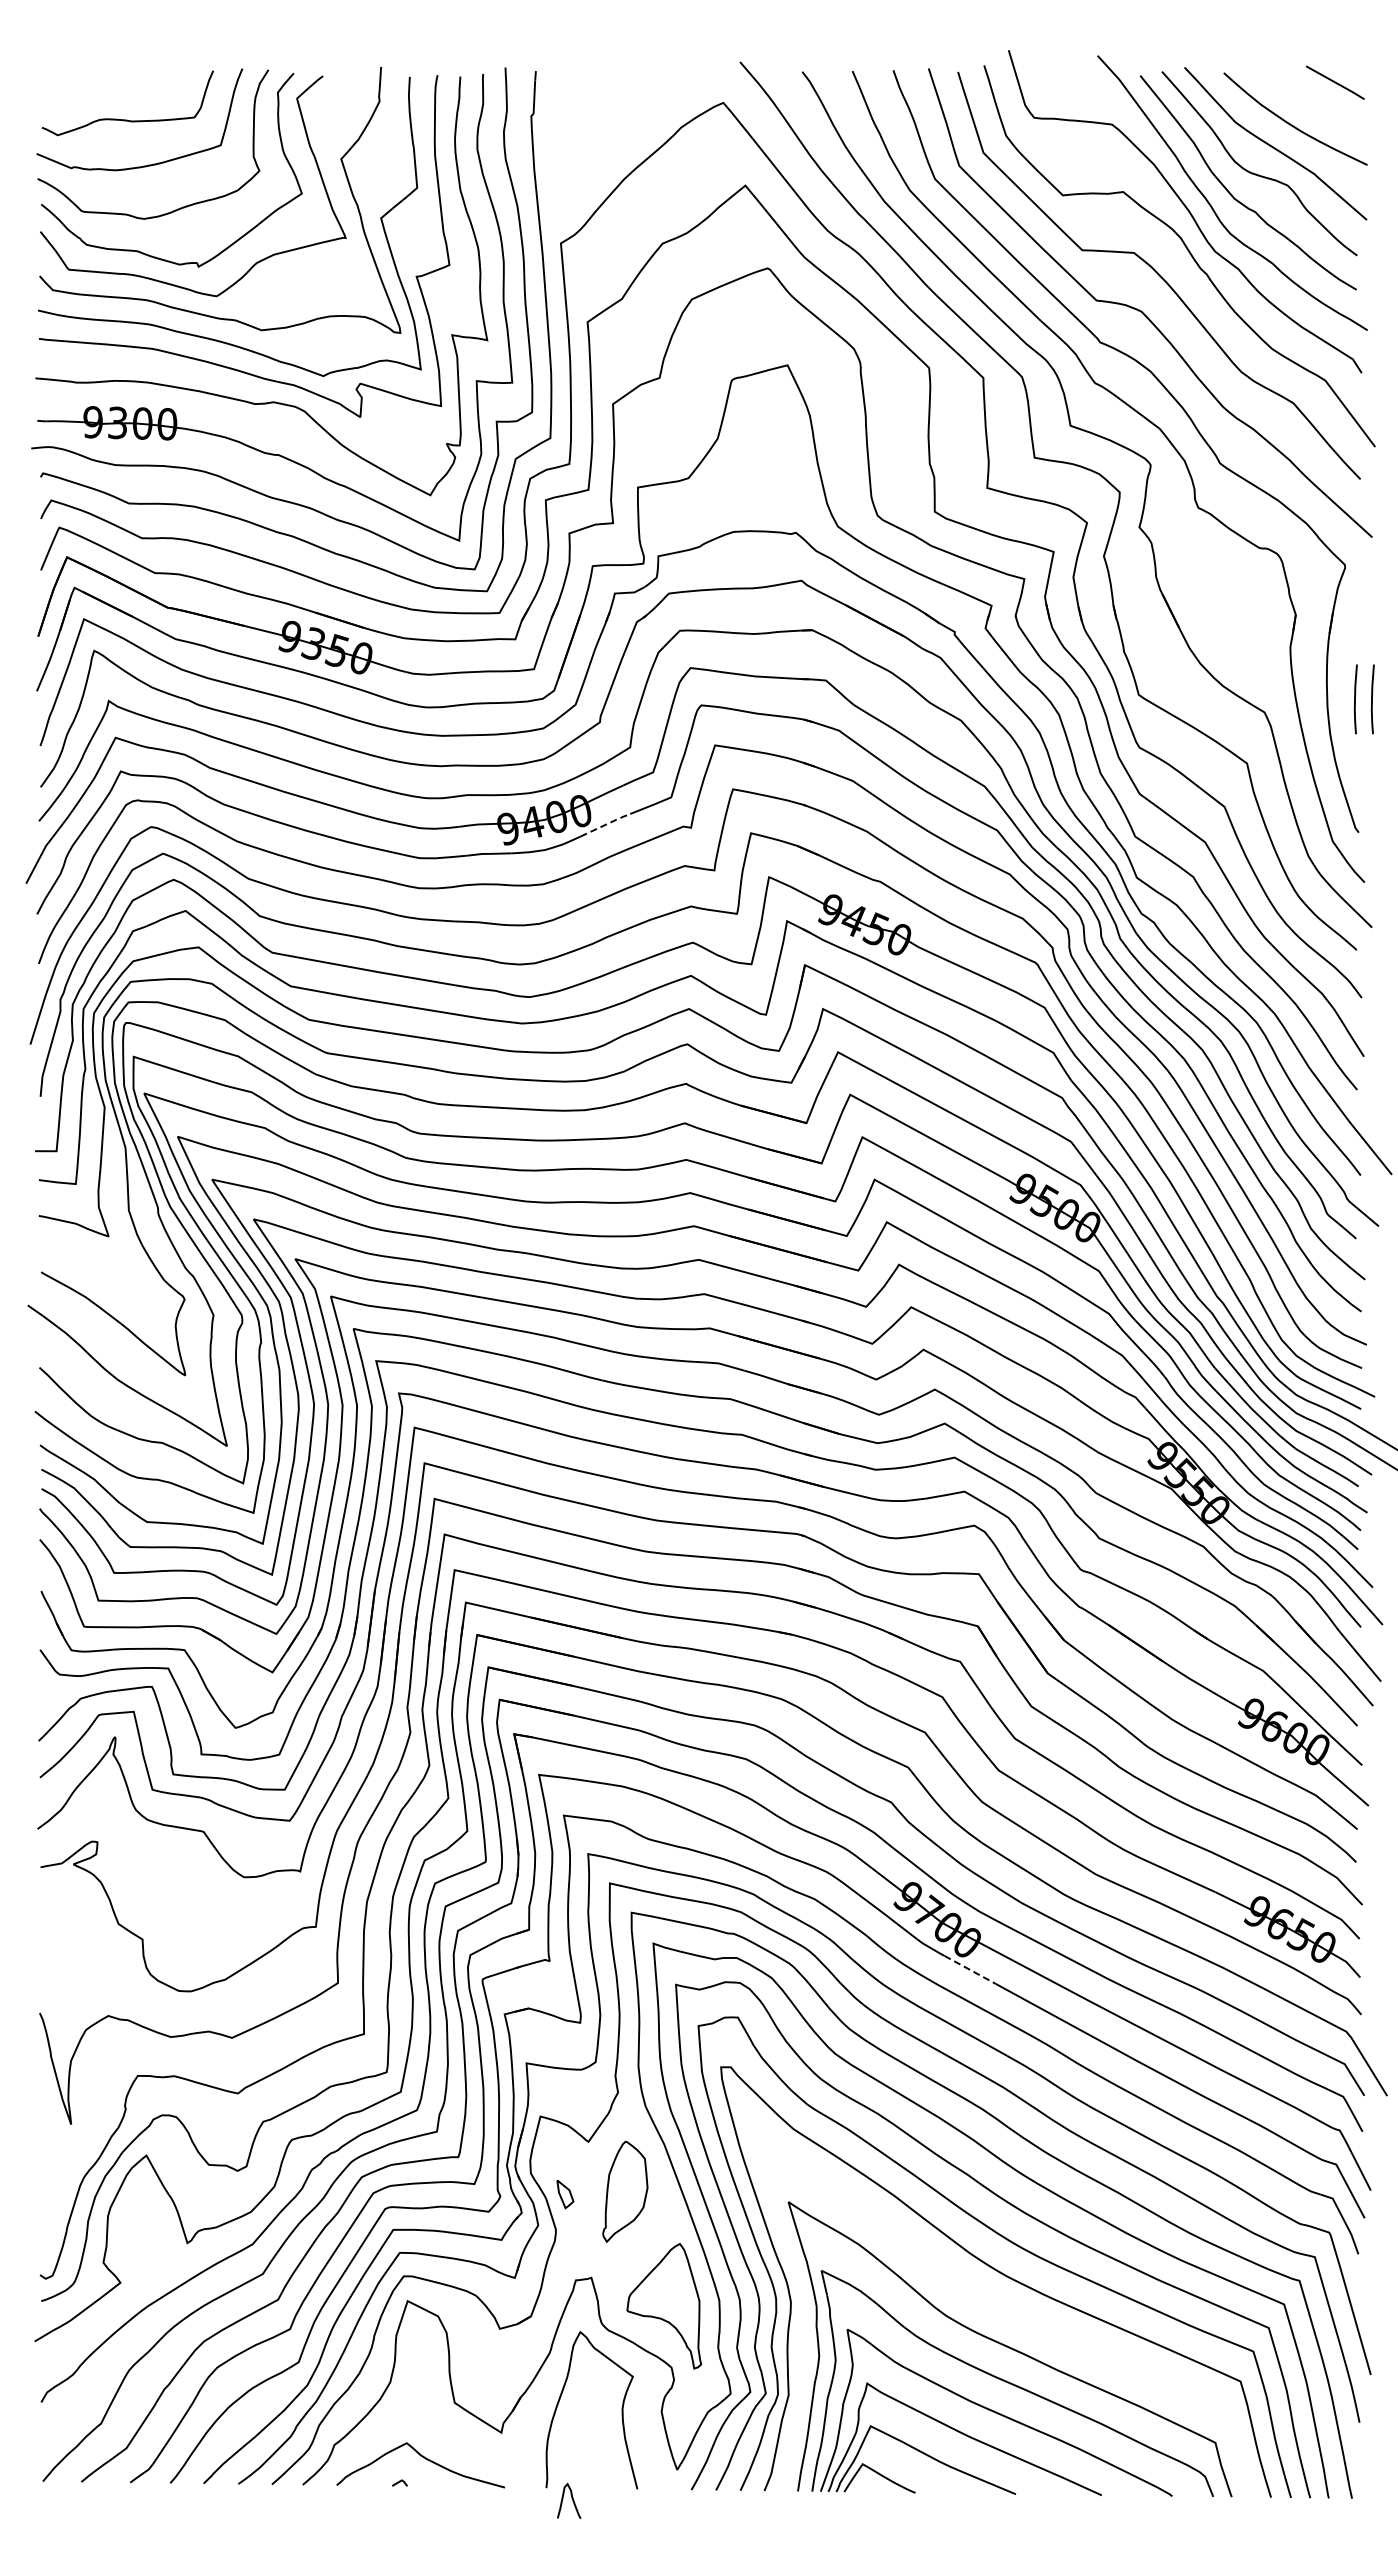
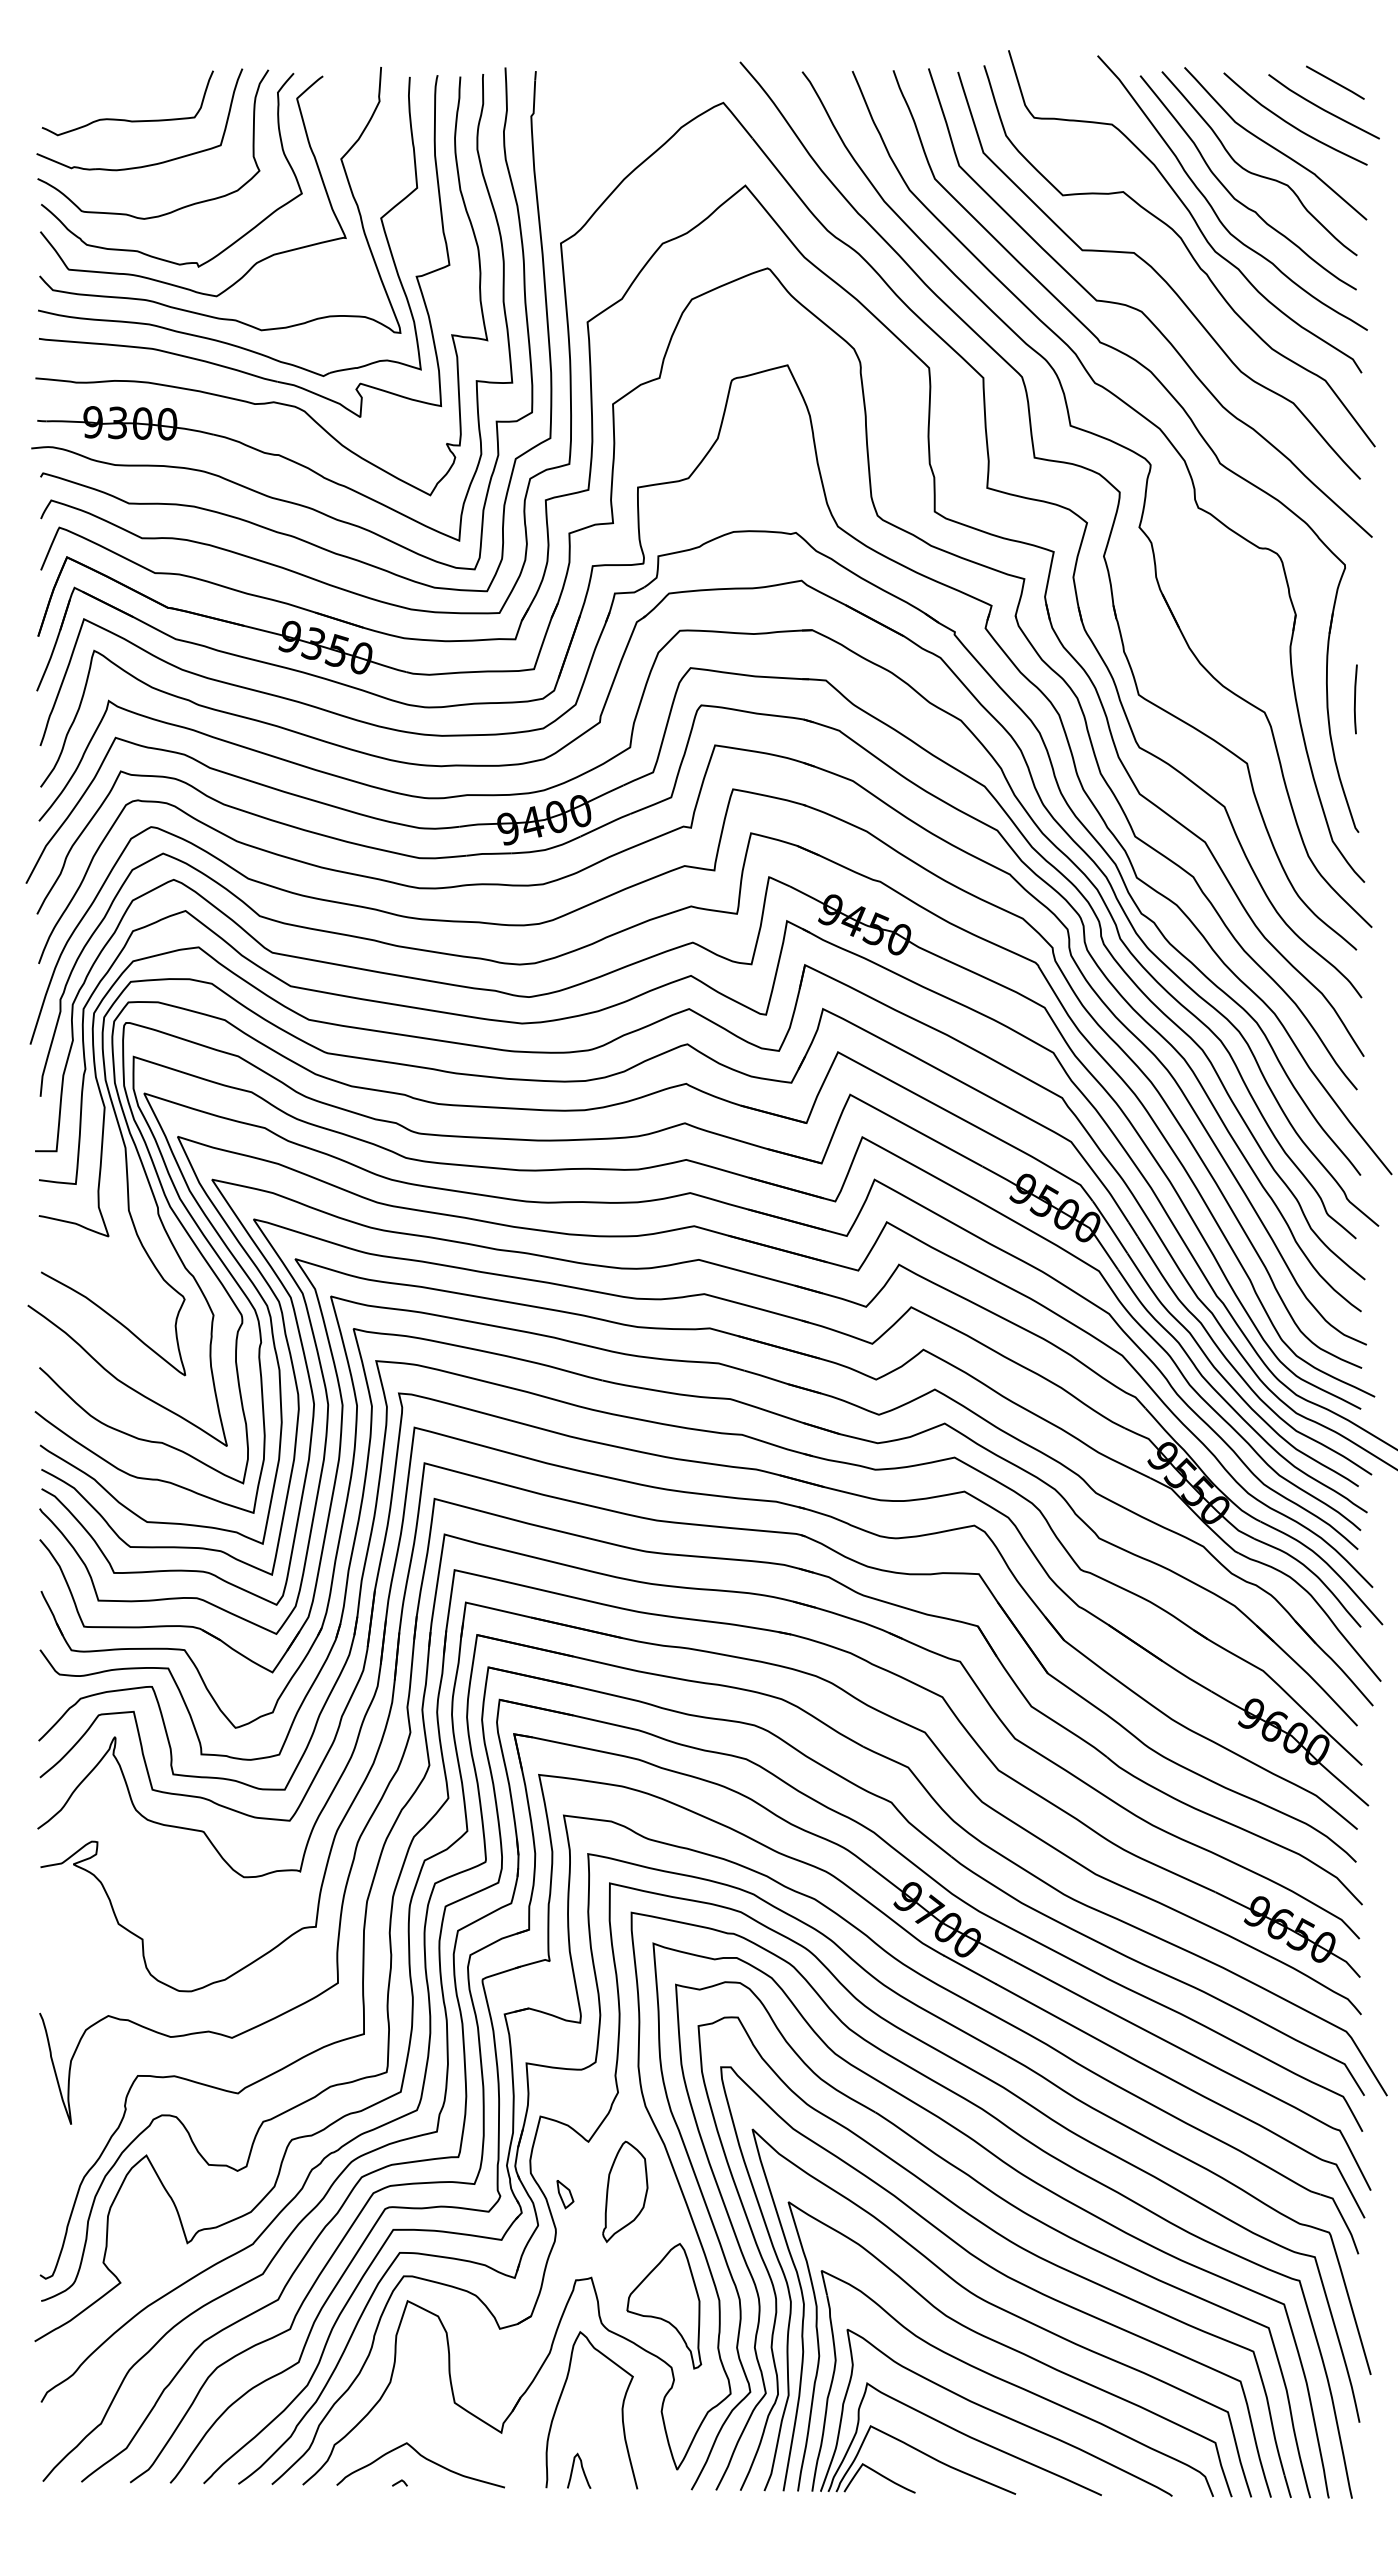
curve at (1323, 108): none -> present
curve at (1372, 699): present -> none
line at (606, 824): dashed -> solid
line at (970, 1970): dashed -> solid
curve at (1002, 2310): none -> present
curve at (571, 2498) position: (571, 2498) -> (581, 2468)
